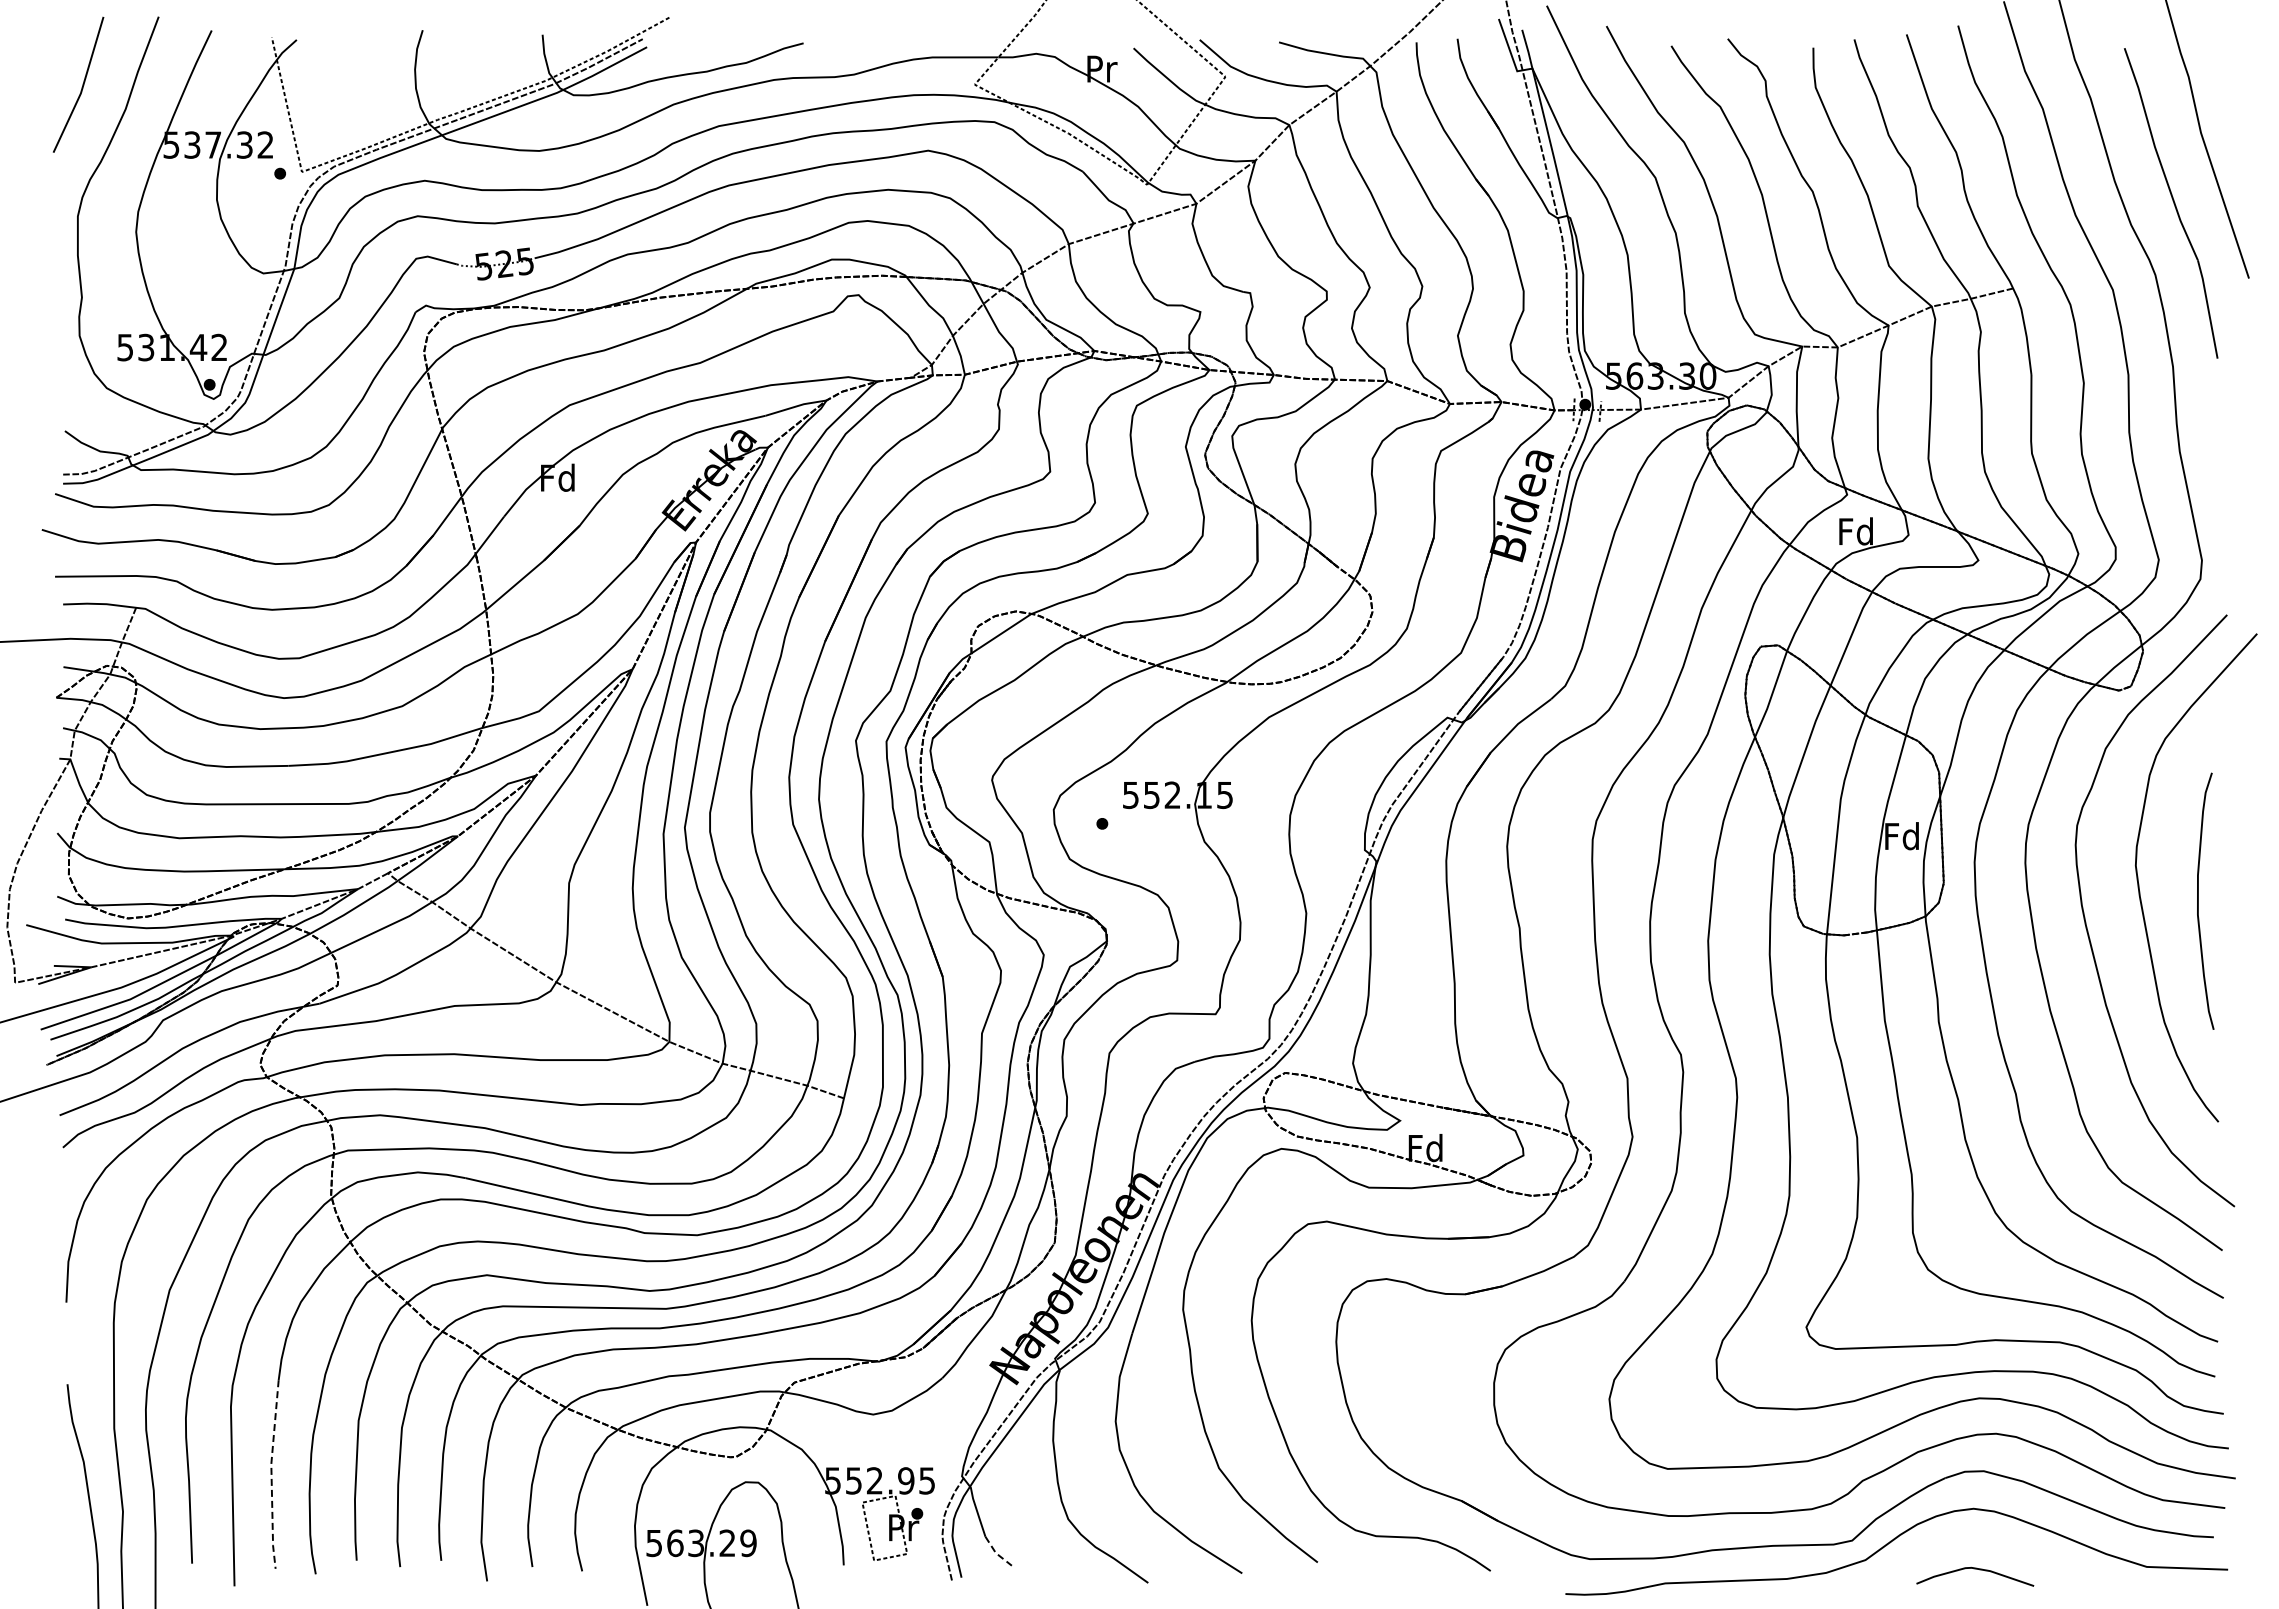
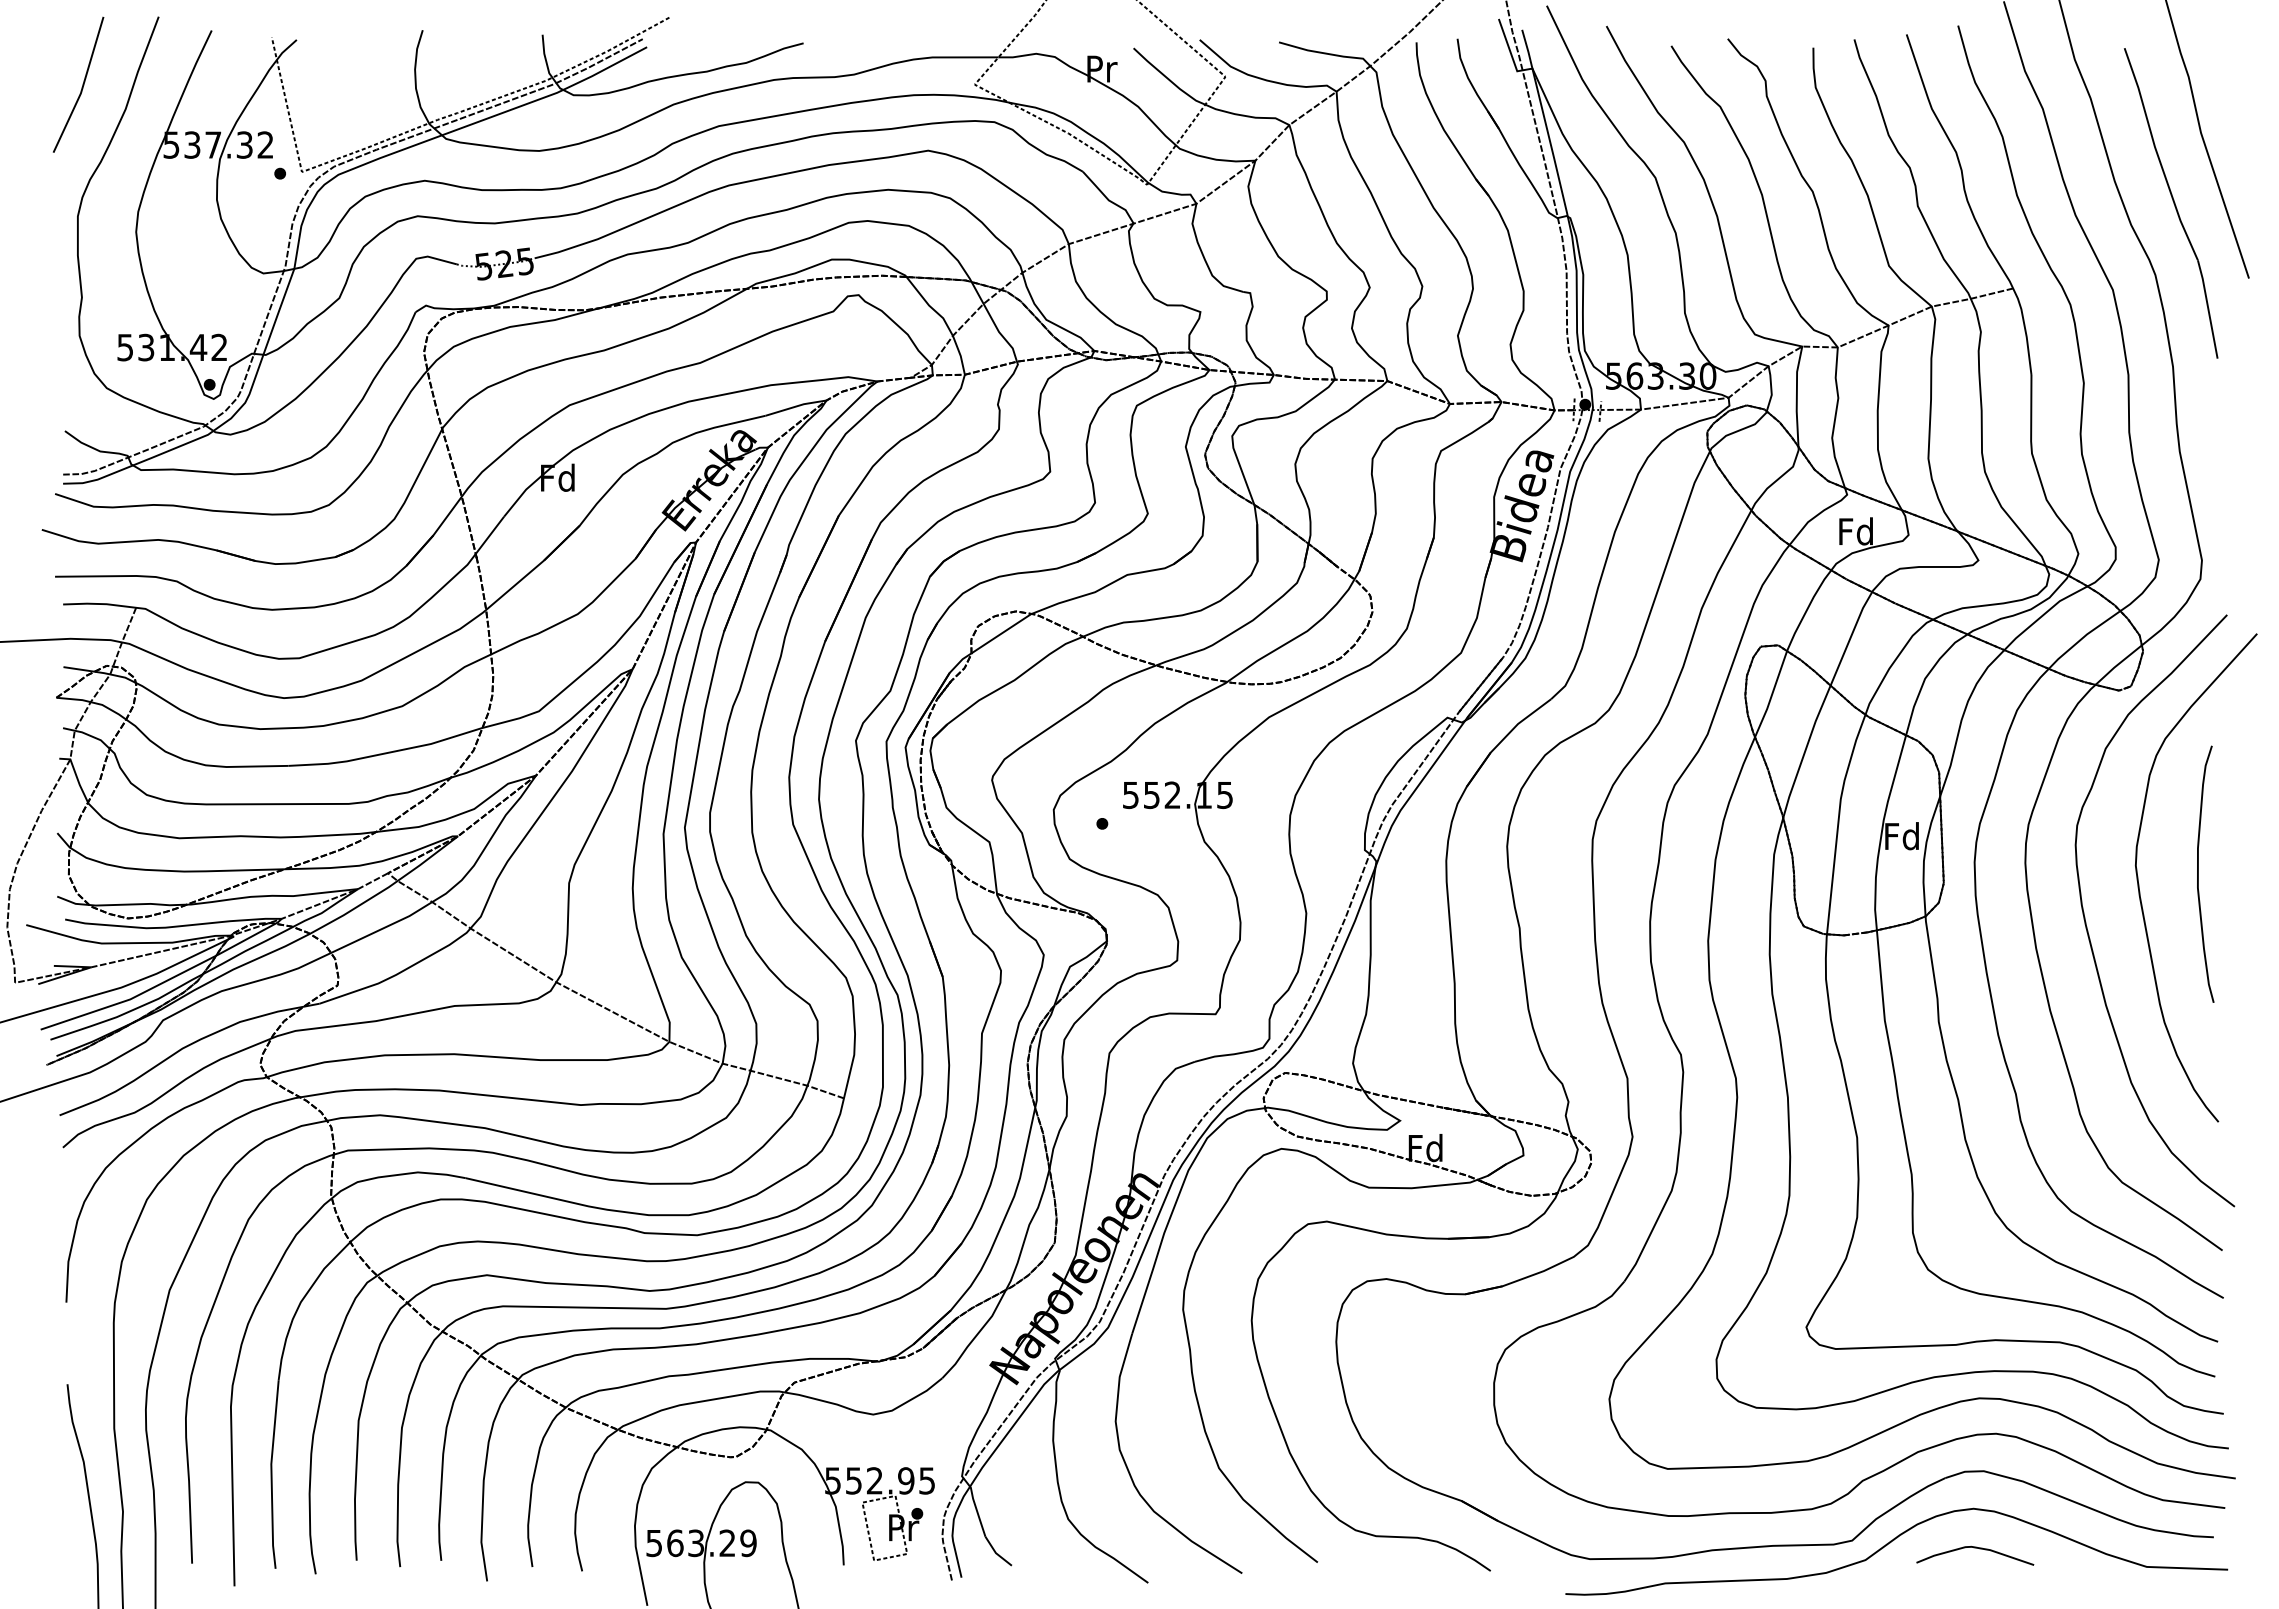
curve at (2198, 900) position: (2198, 900) -> (2198, 873)
line at (271, 1475): dashed -> solid
line at (995, 1553): dashed -> solid
curve at (1975, 1569) position: (1975, 1569) -> (1975, 1548)
